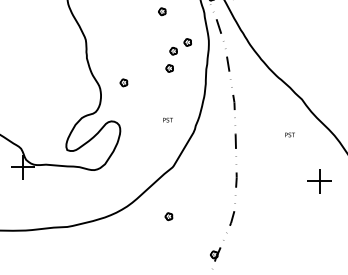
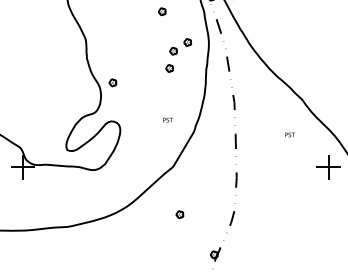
part at (123, 82) position: (123, 82) -> (112, 82)
part at (319, 181) position: (319, 181) -> (328, 167)
part at (168, 216) position: (168, 216) -> (179, 214)
